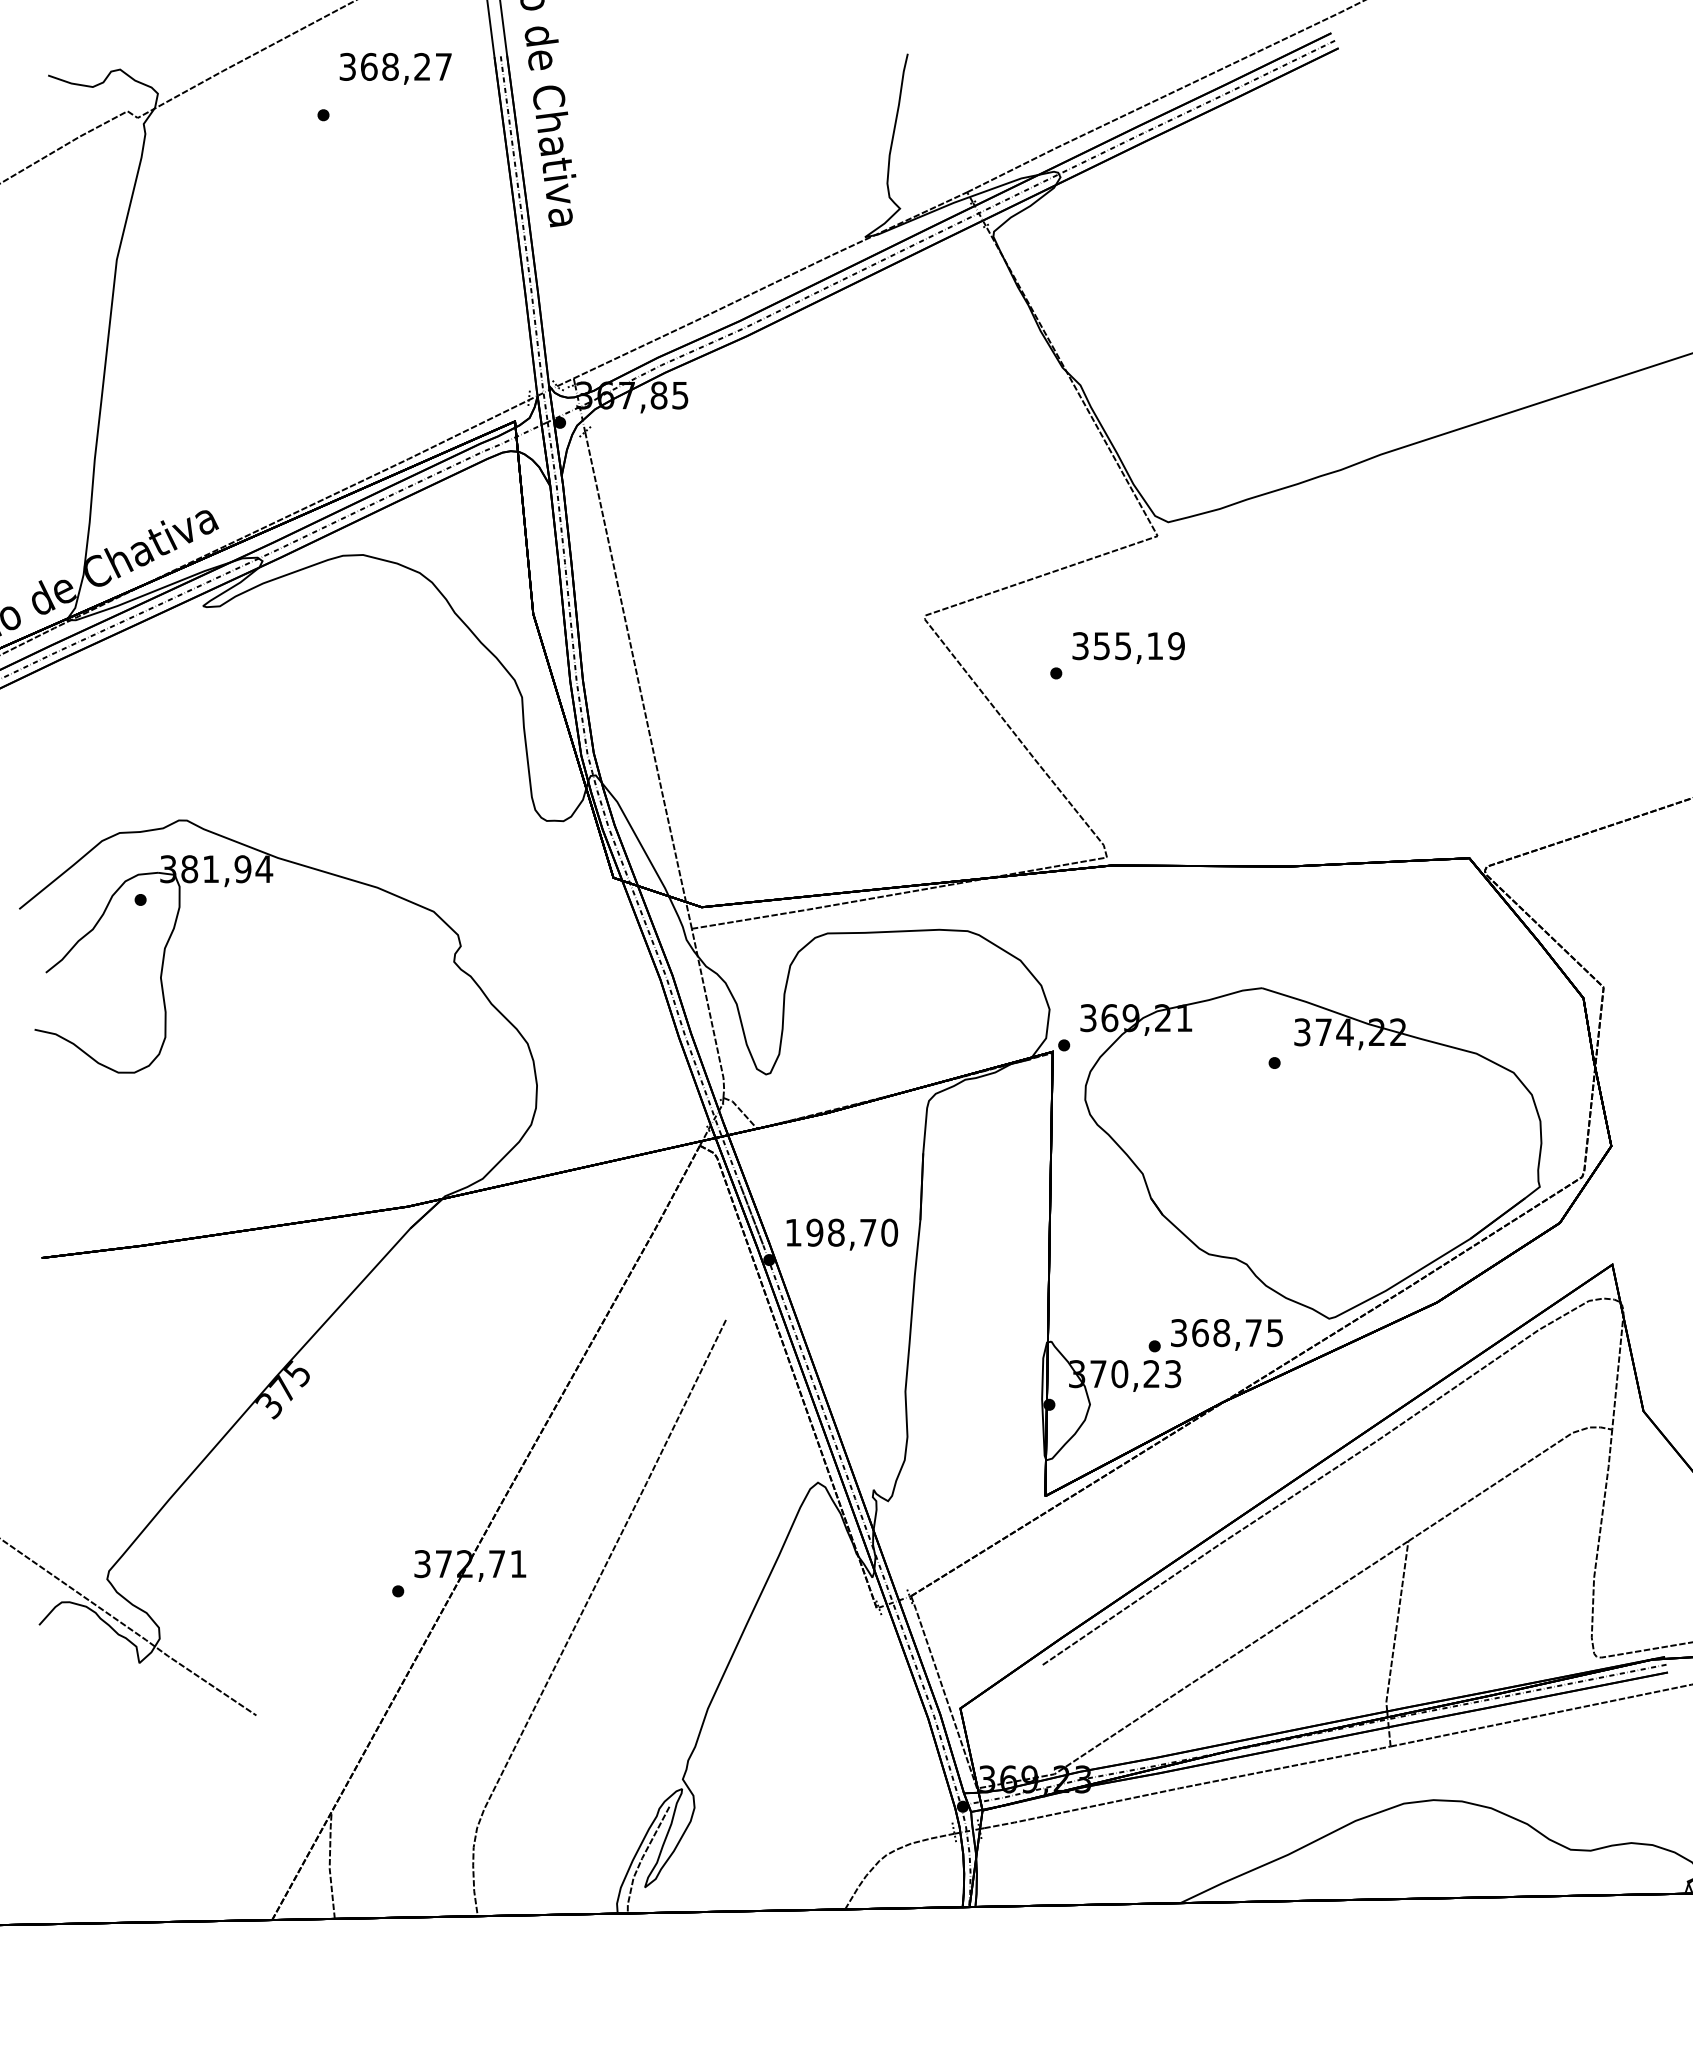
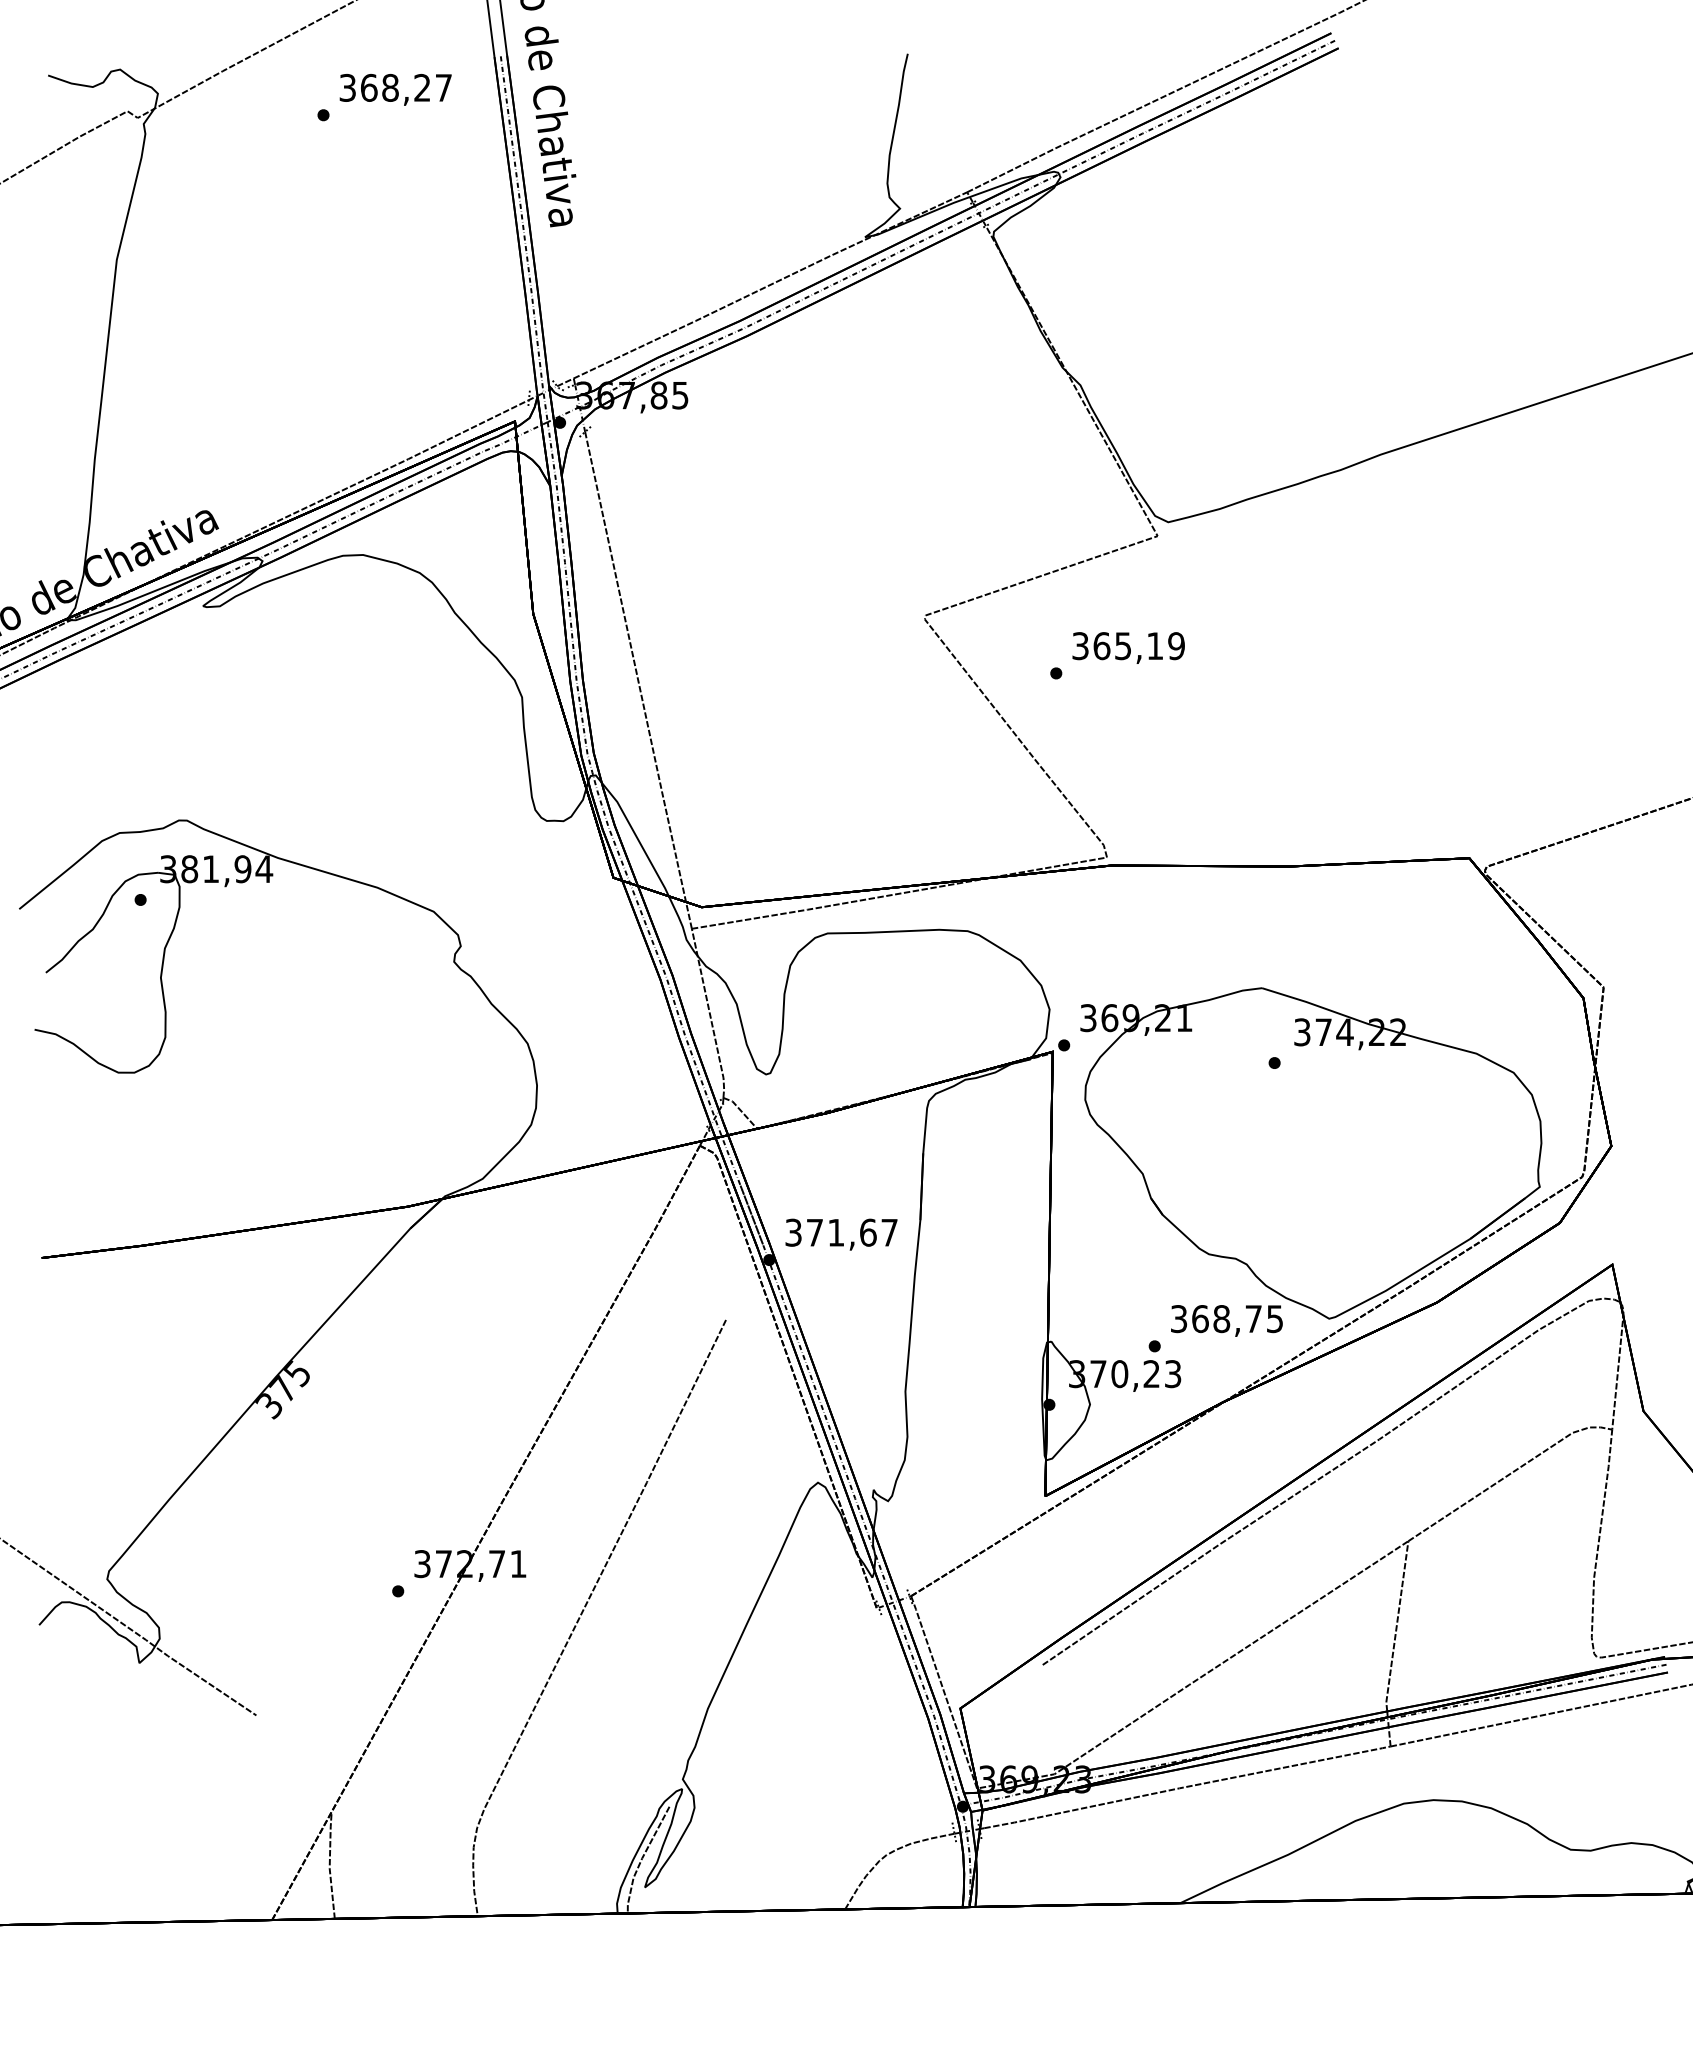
text at (395, 68) position: (395, 68) -> (395, 89)
text at (1101, 646): 355,19 -> 365,19
text at (841, 1232): 198,70 -> 371,67
text at (1226, 1334) position: (1226, 1334) -> (1226, 1320)
